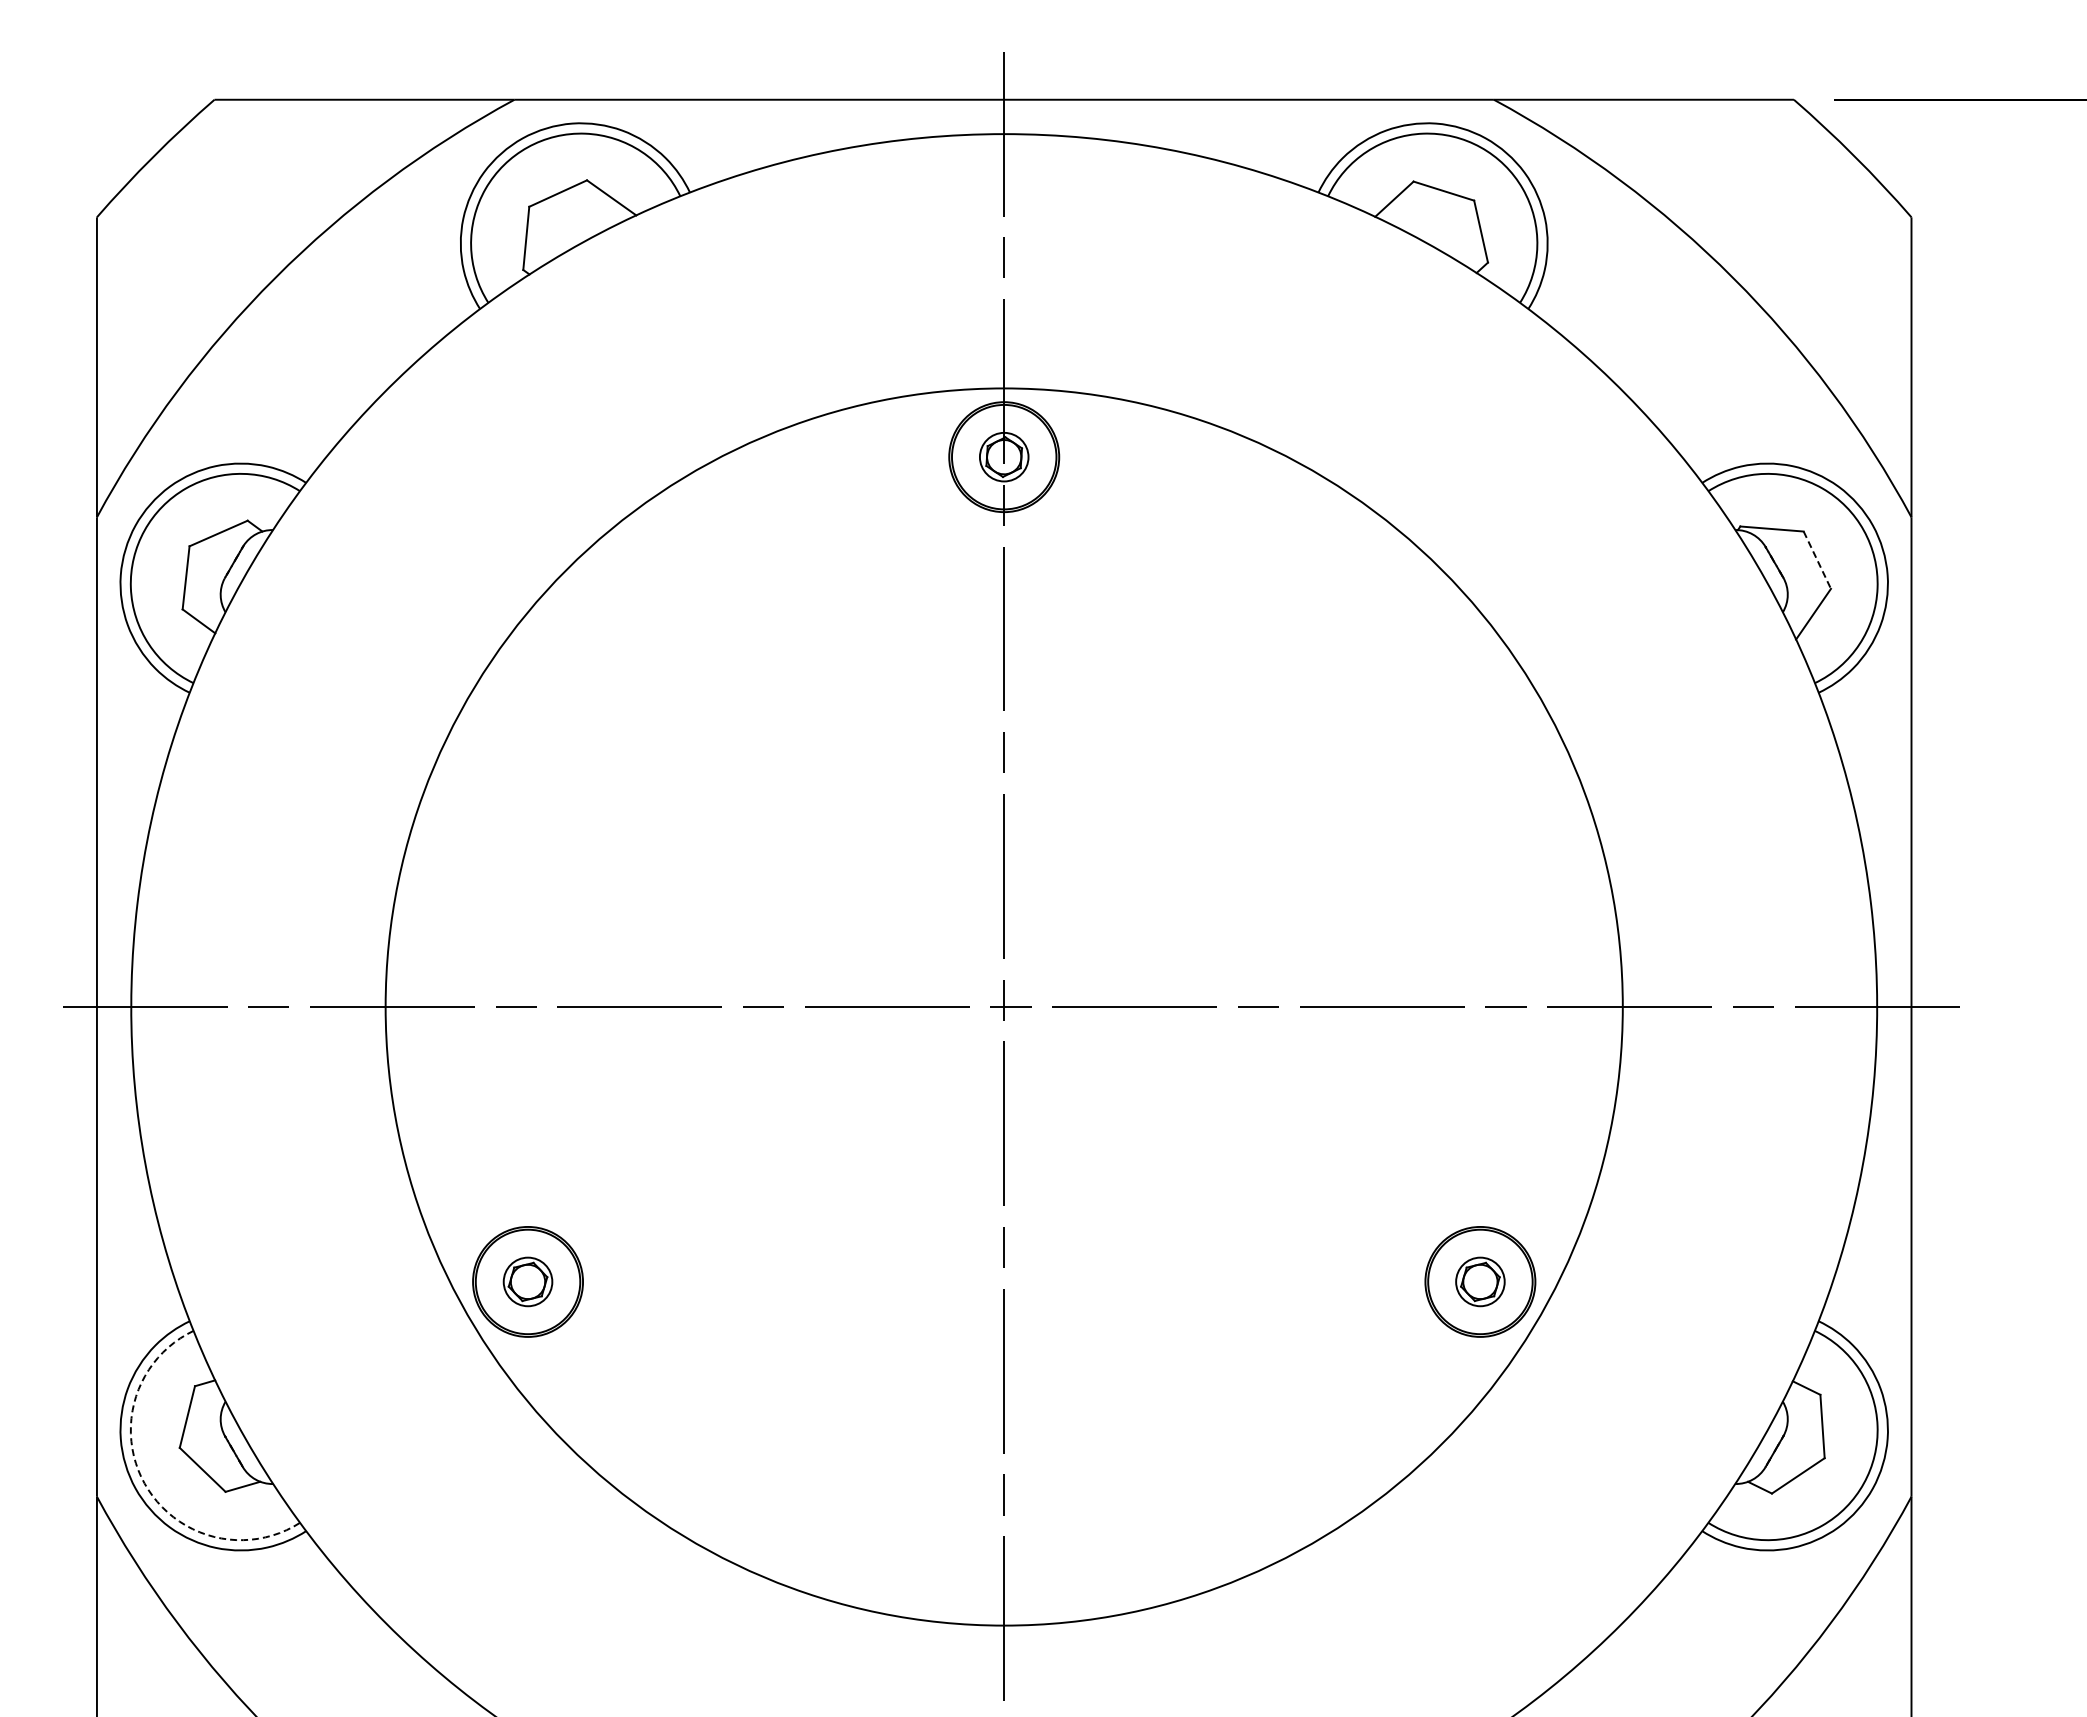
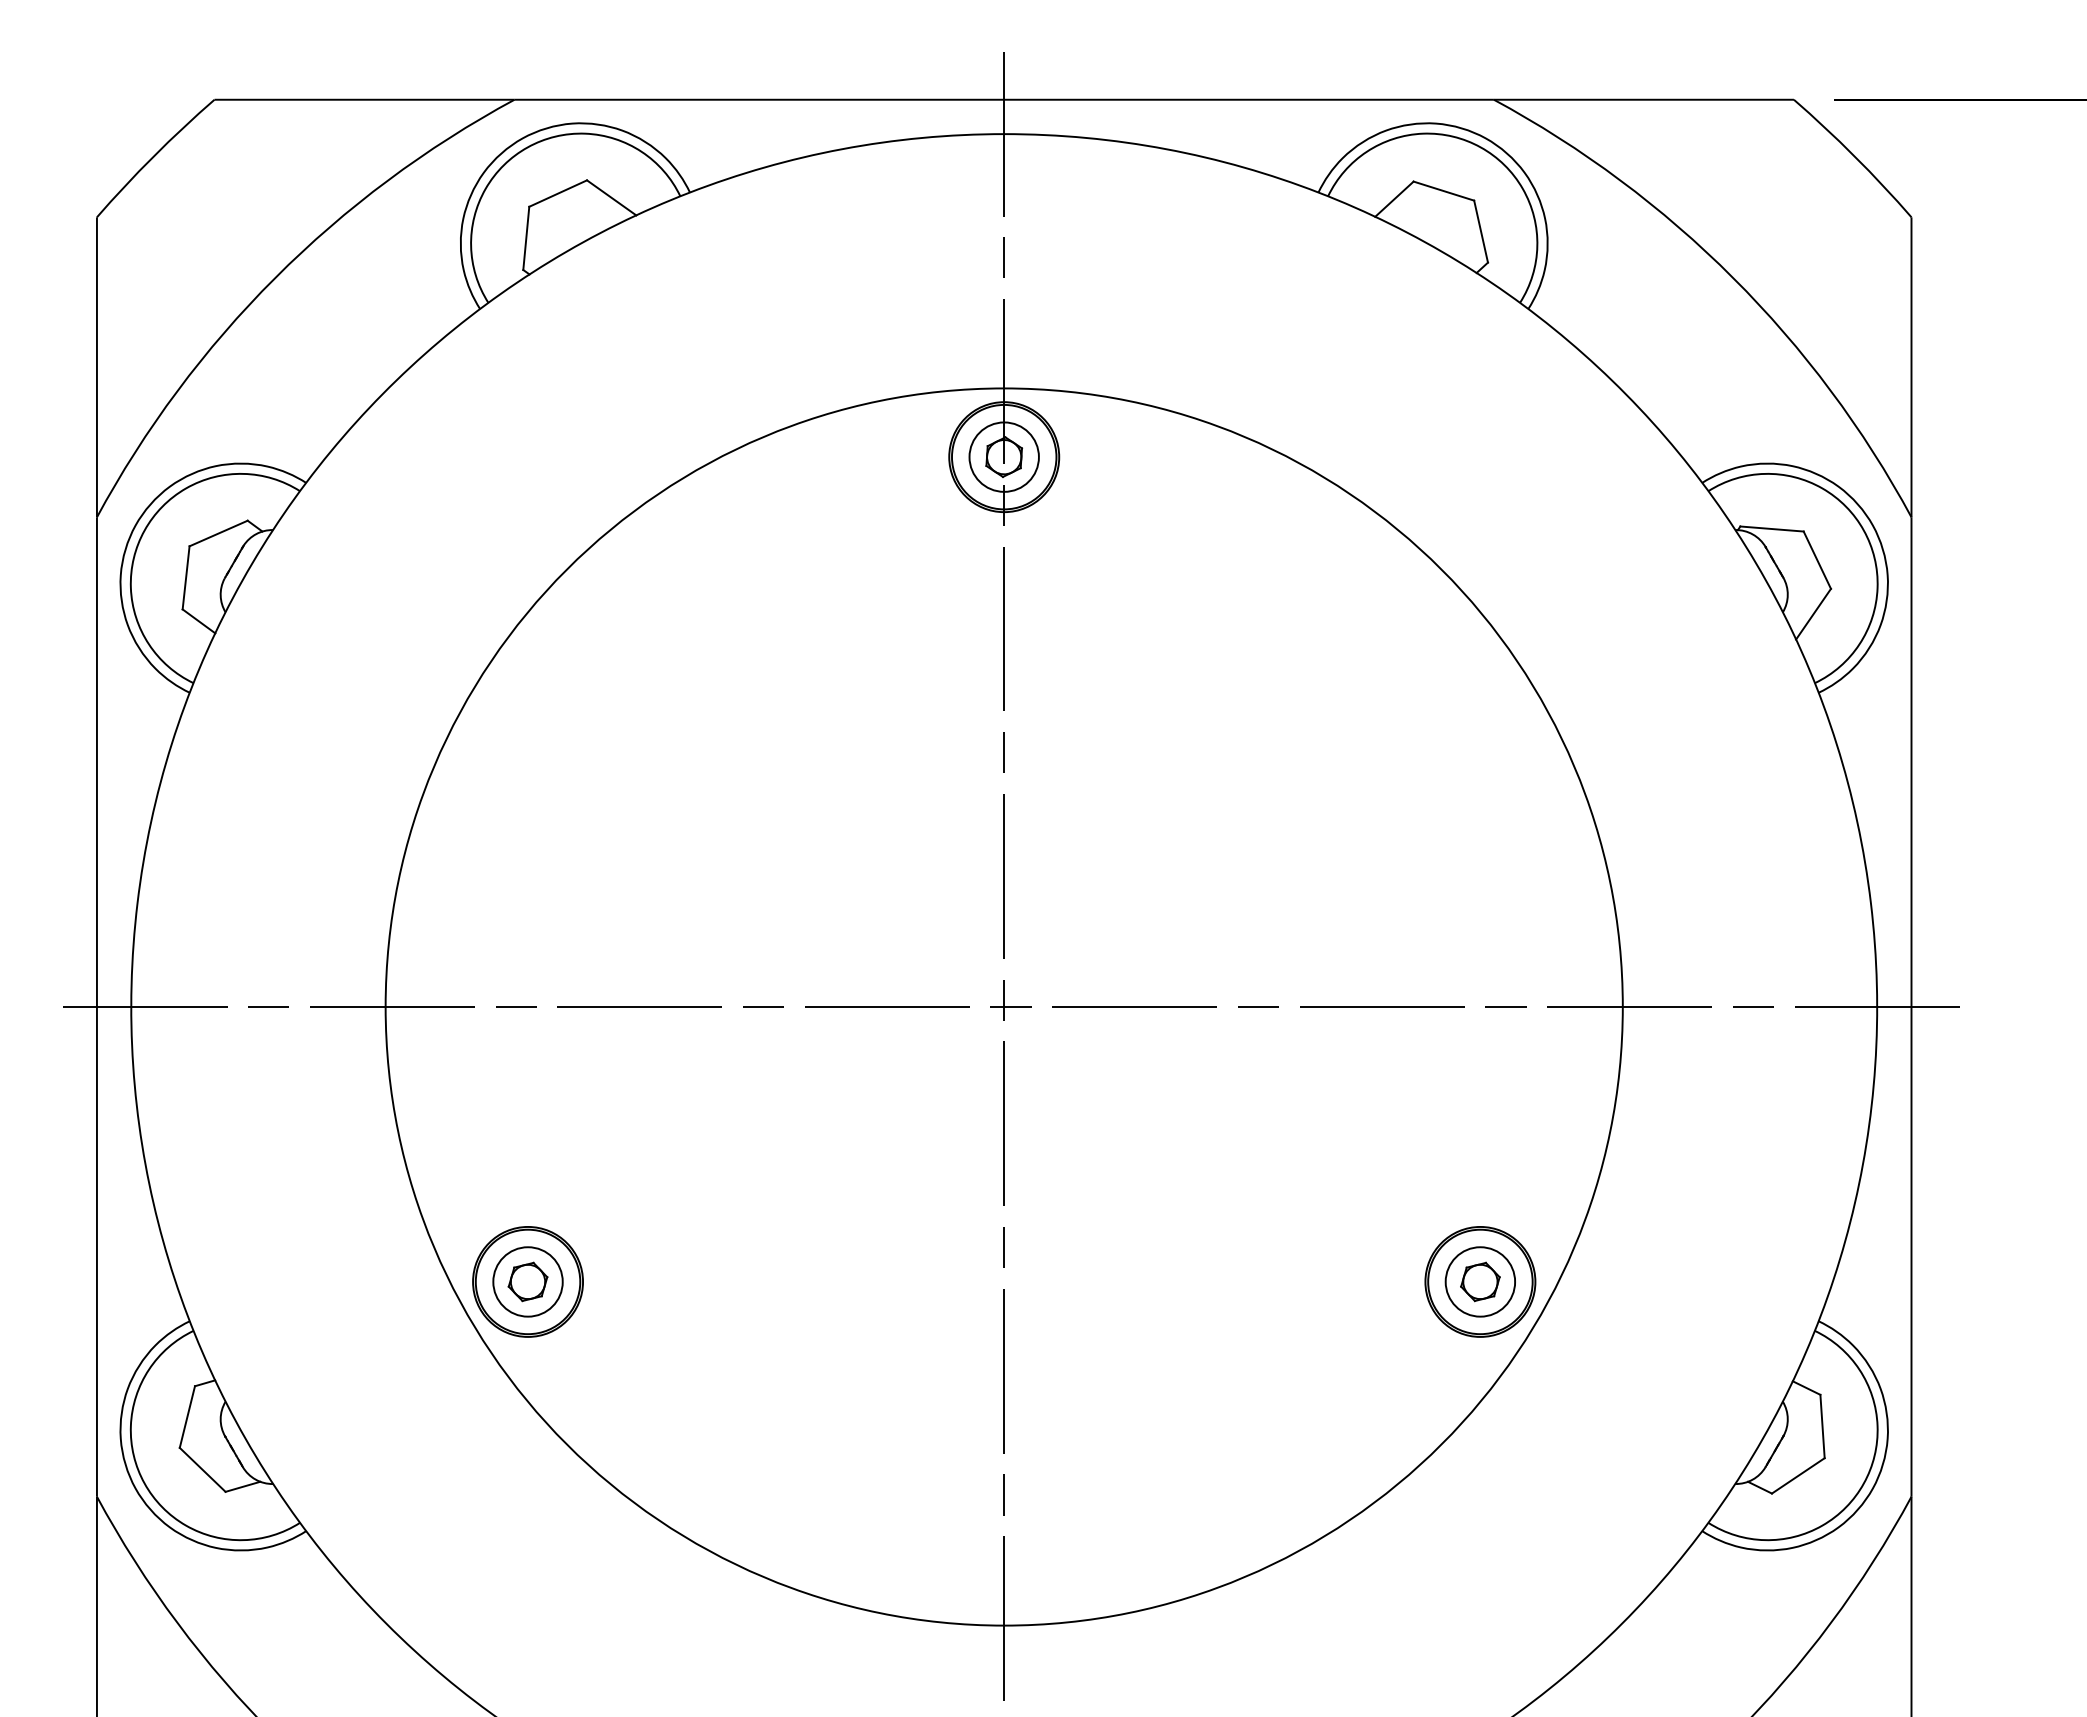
circle at (1003, 456) diameter: 49 px -> 69 px
line at (1817, 560): dashed -> solid
circle at (527, 1281) diameter: 49 px -> 69 px
circle at (1480, 1281) diameter: 49 px -> 69 px
arc at (144, 1483): dashed -> solid
